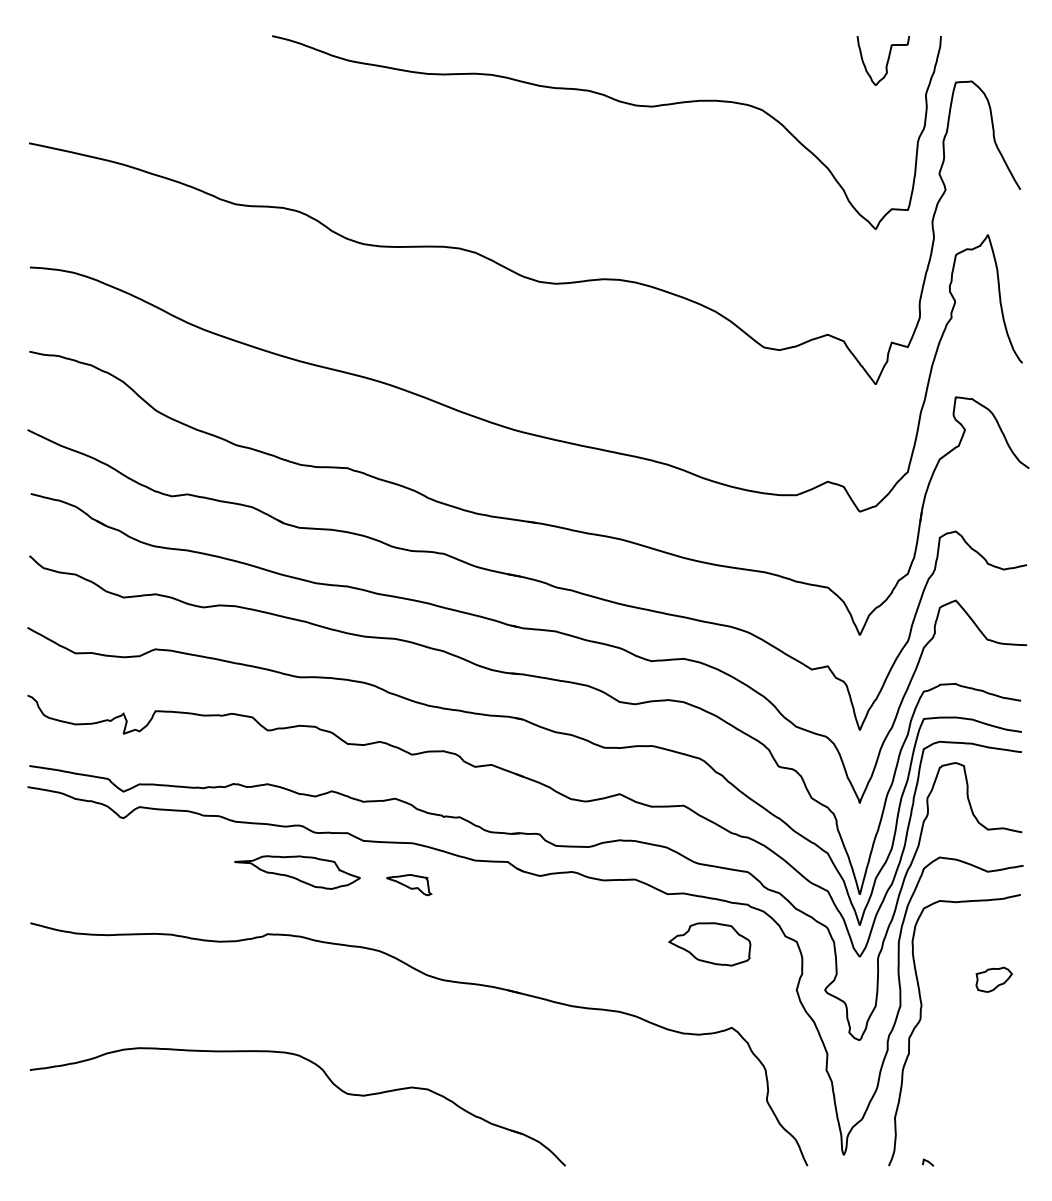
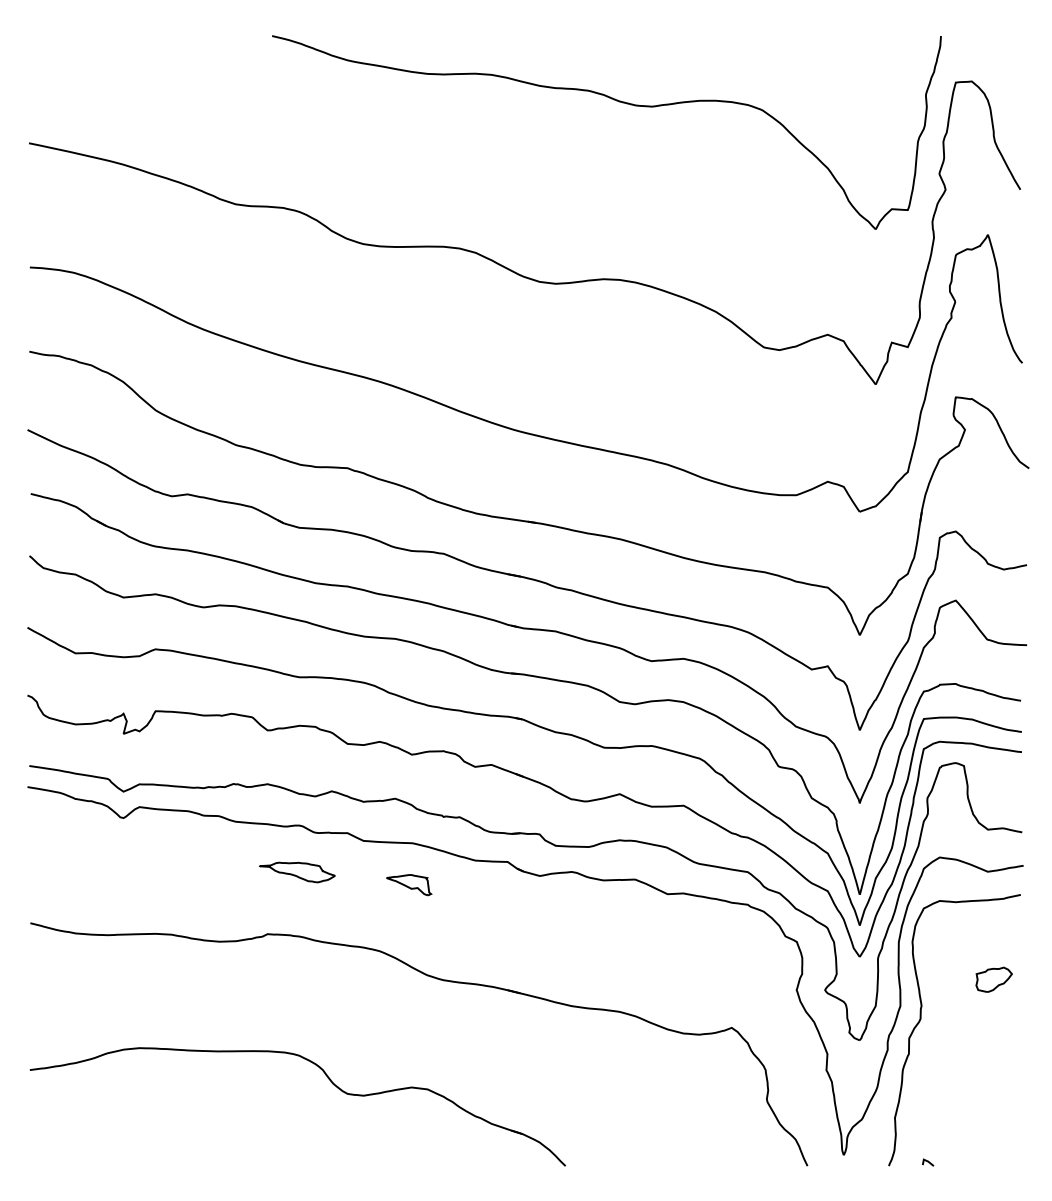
part at (883, 60): present -> none
part at (297, 872) size: 127x35 px -> 78x23 px
part at (709, 944): present -> none
